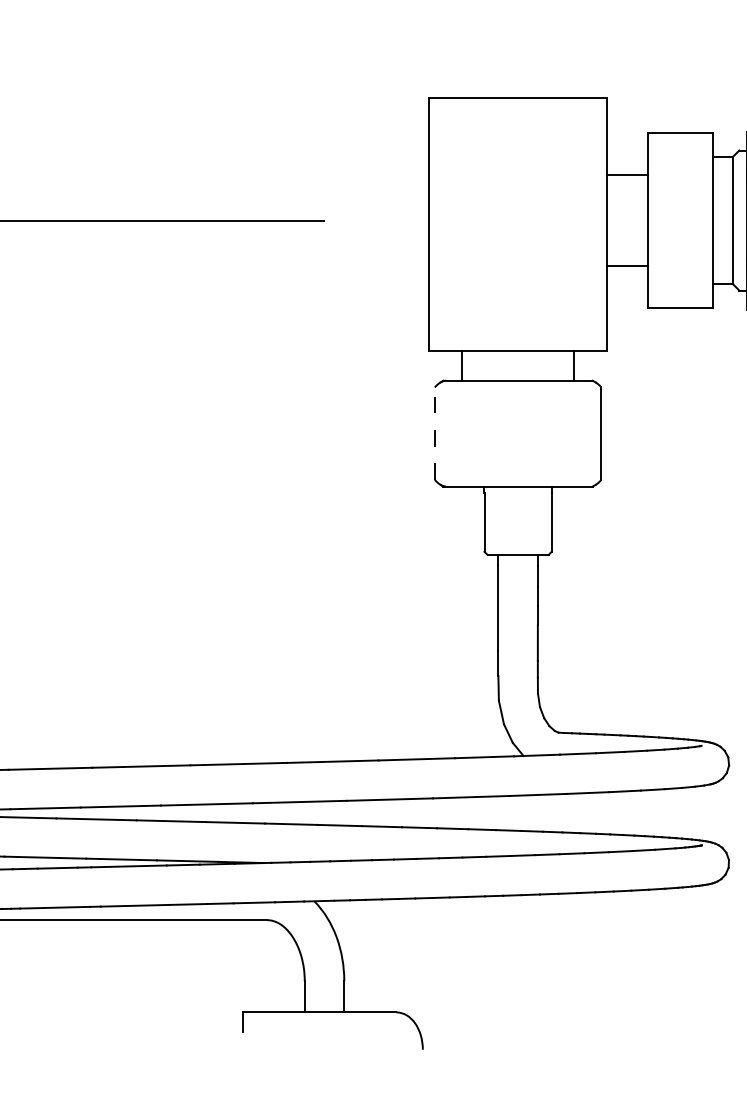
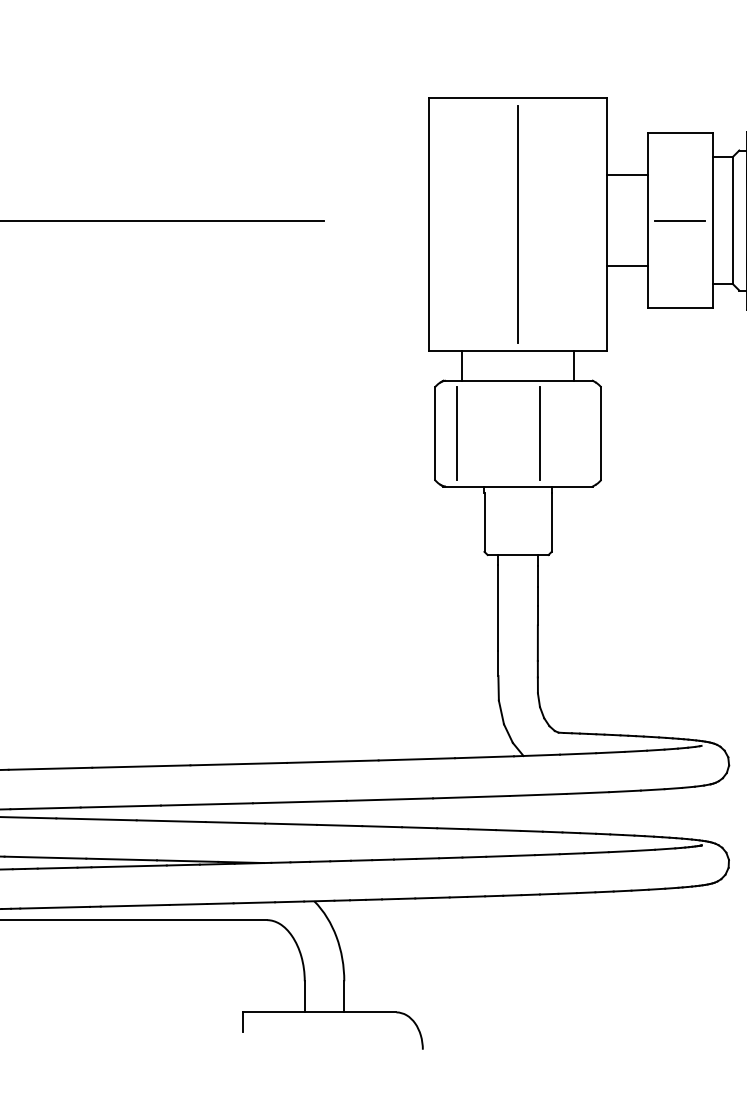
line at (680, 220): none -> present
line at (518, 224): none -> present
line at (434, 433): dashed -> solid
line at (457, 433): none -> present
line at (540, 433): none -> present
